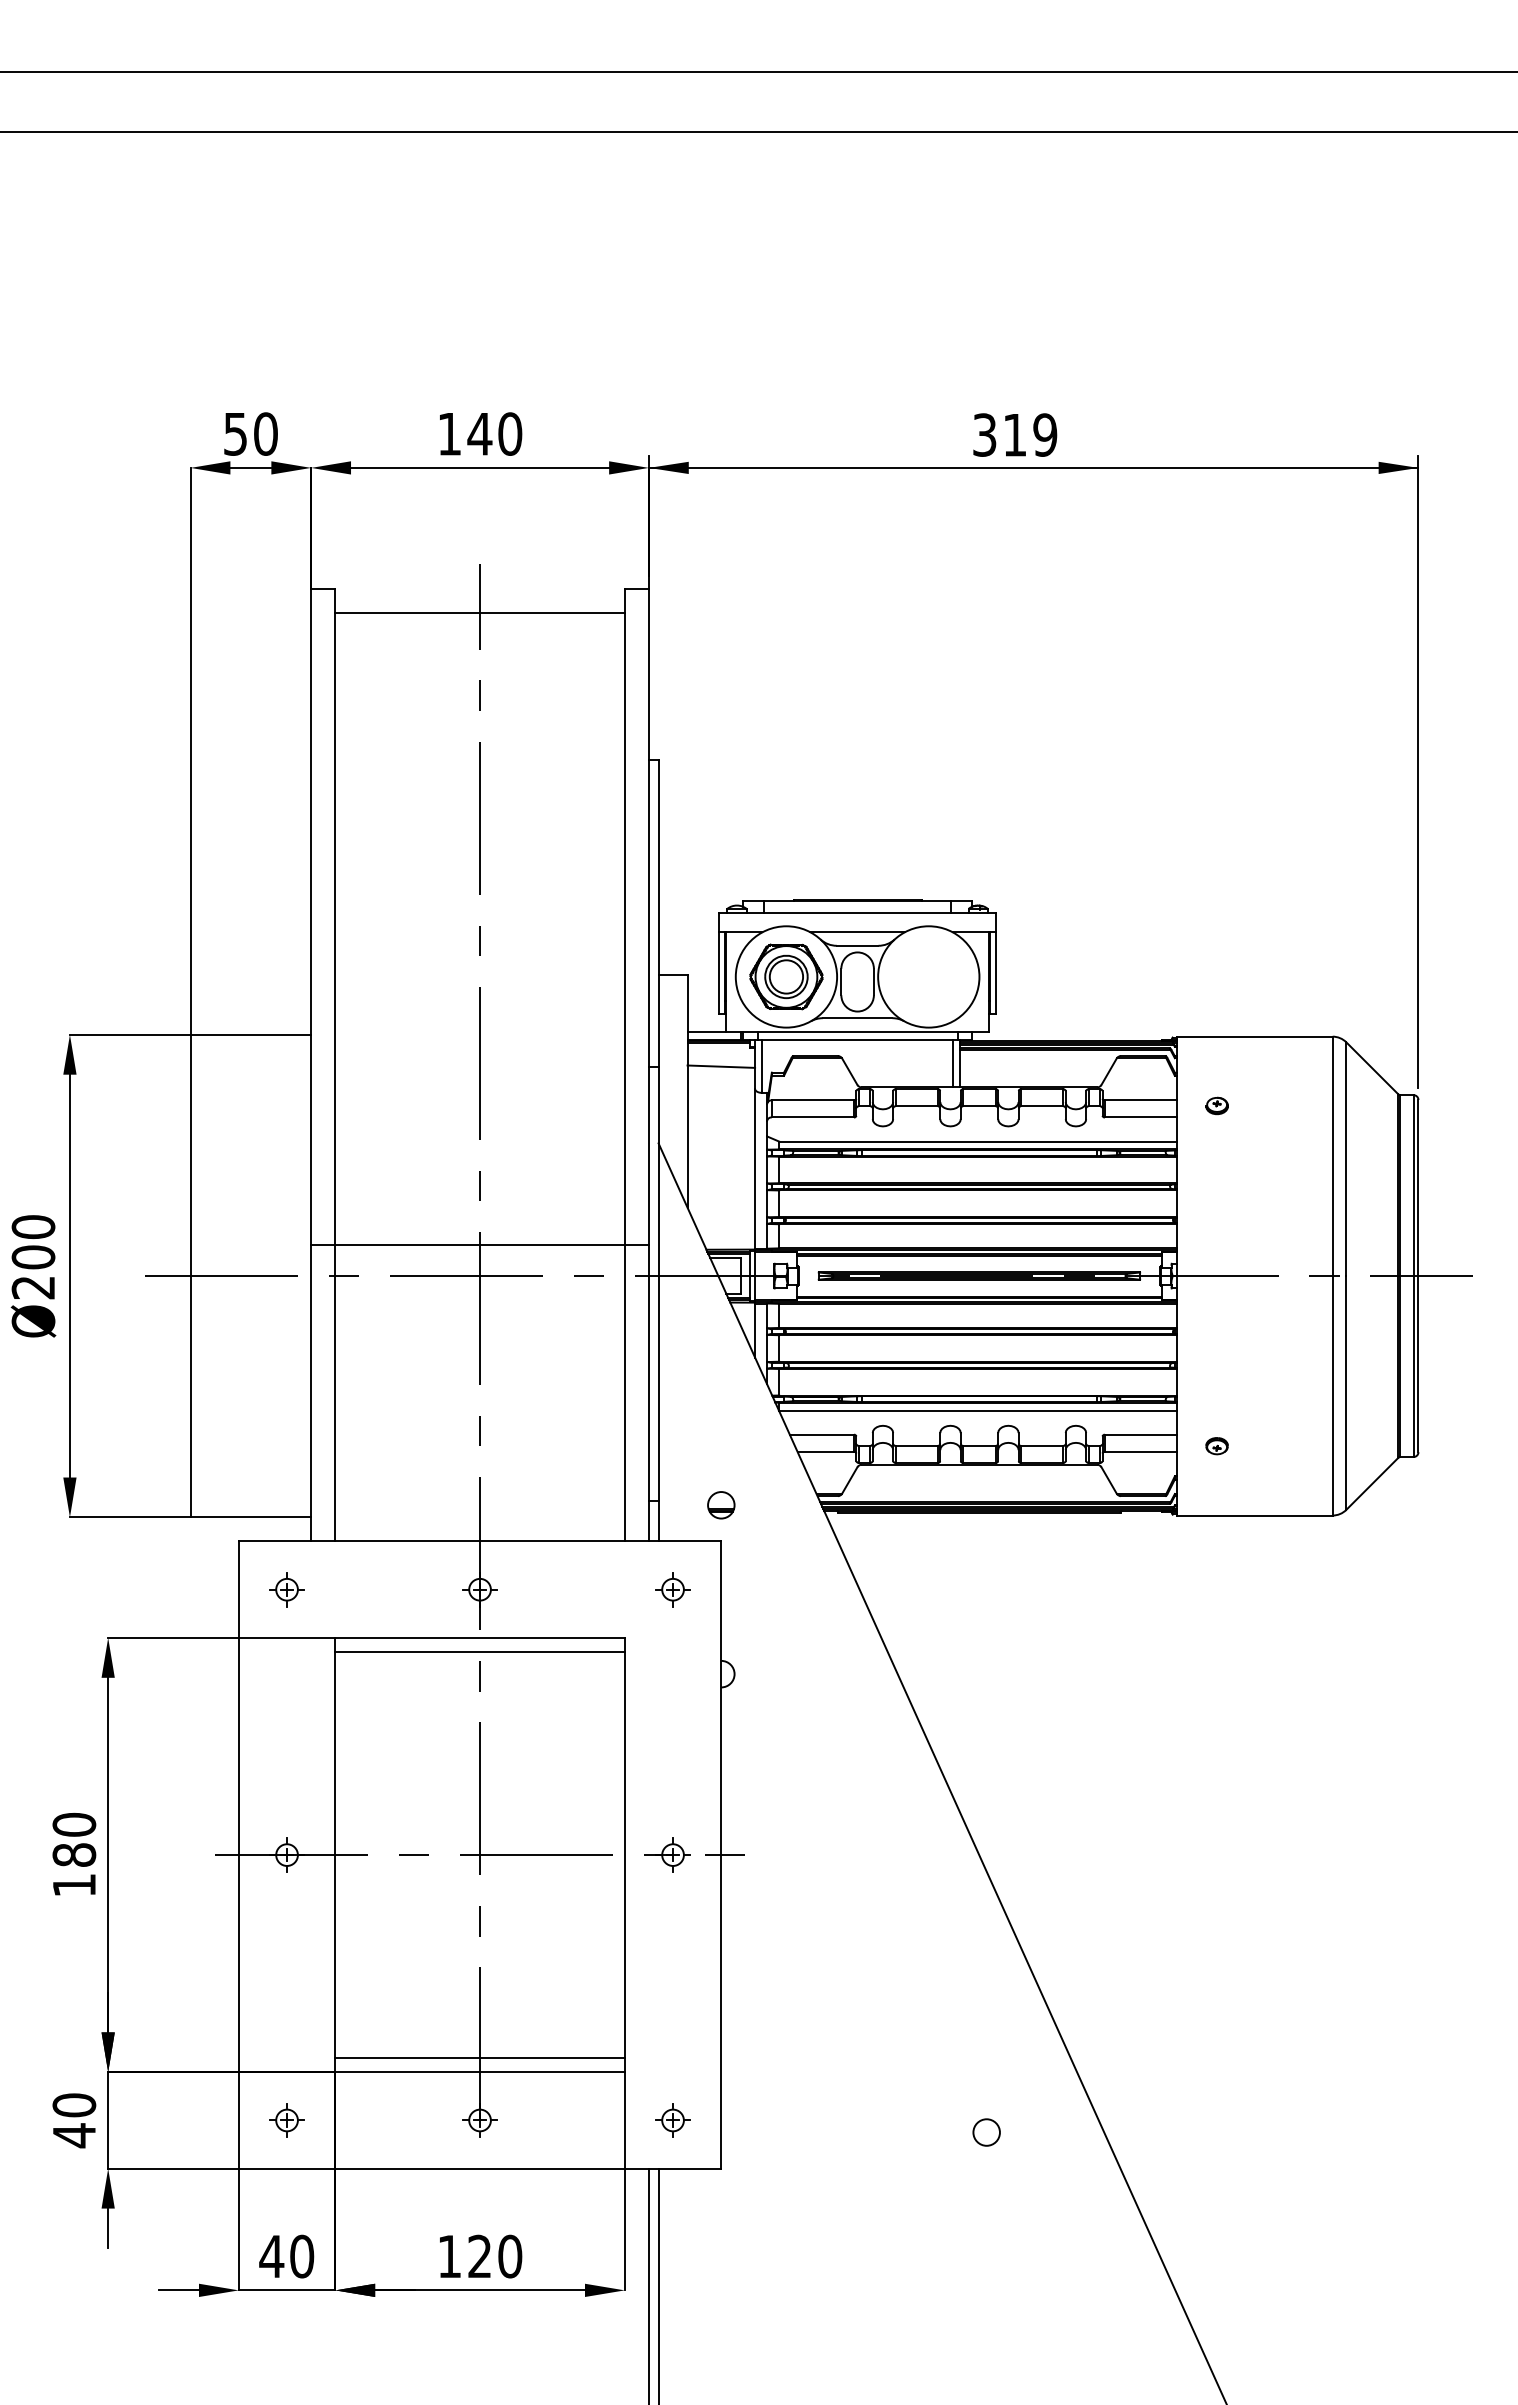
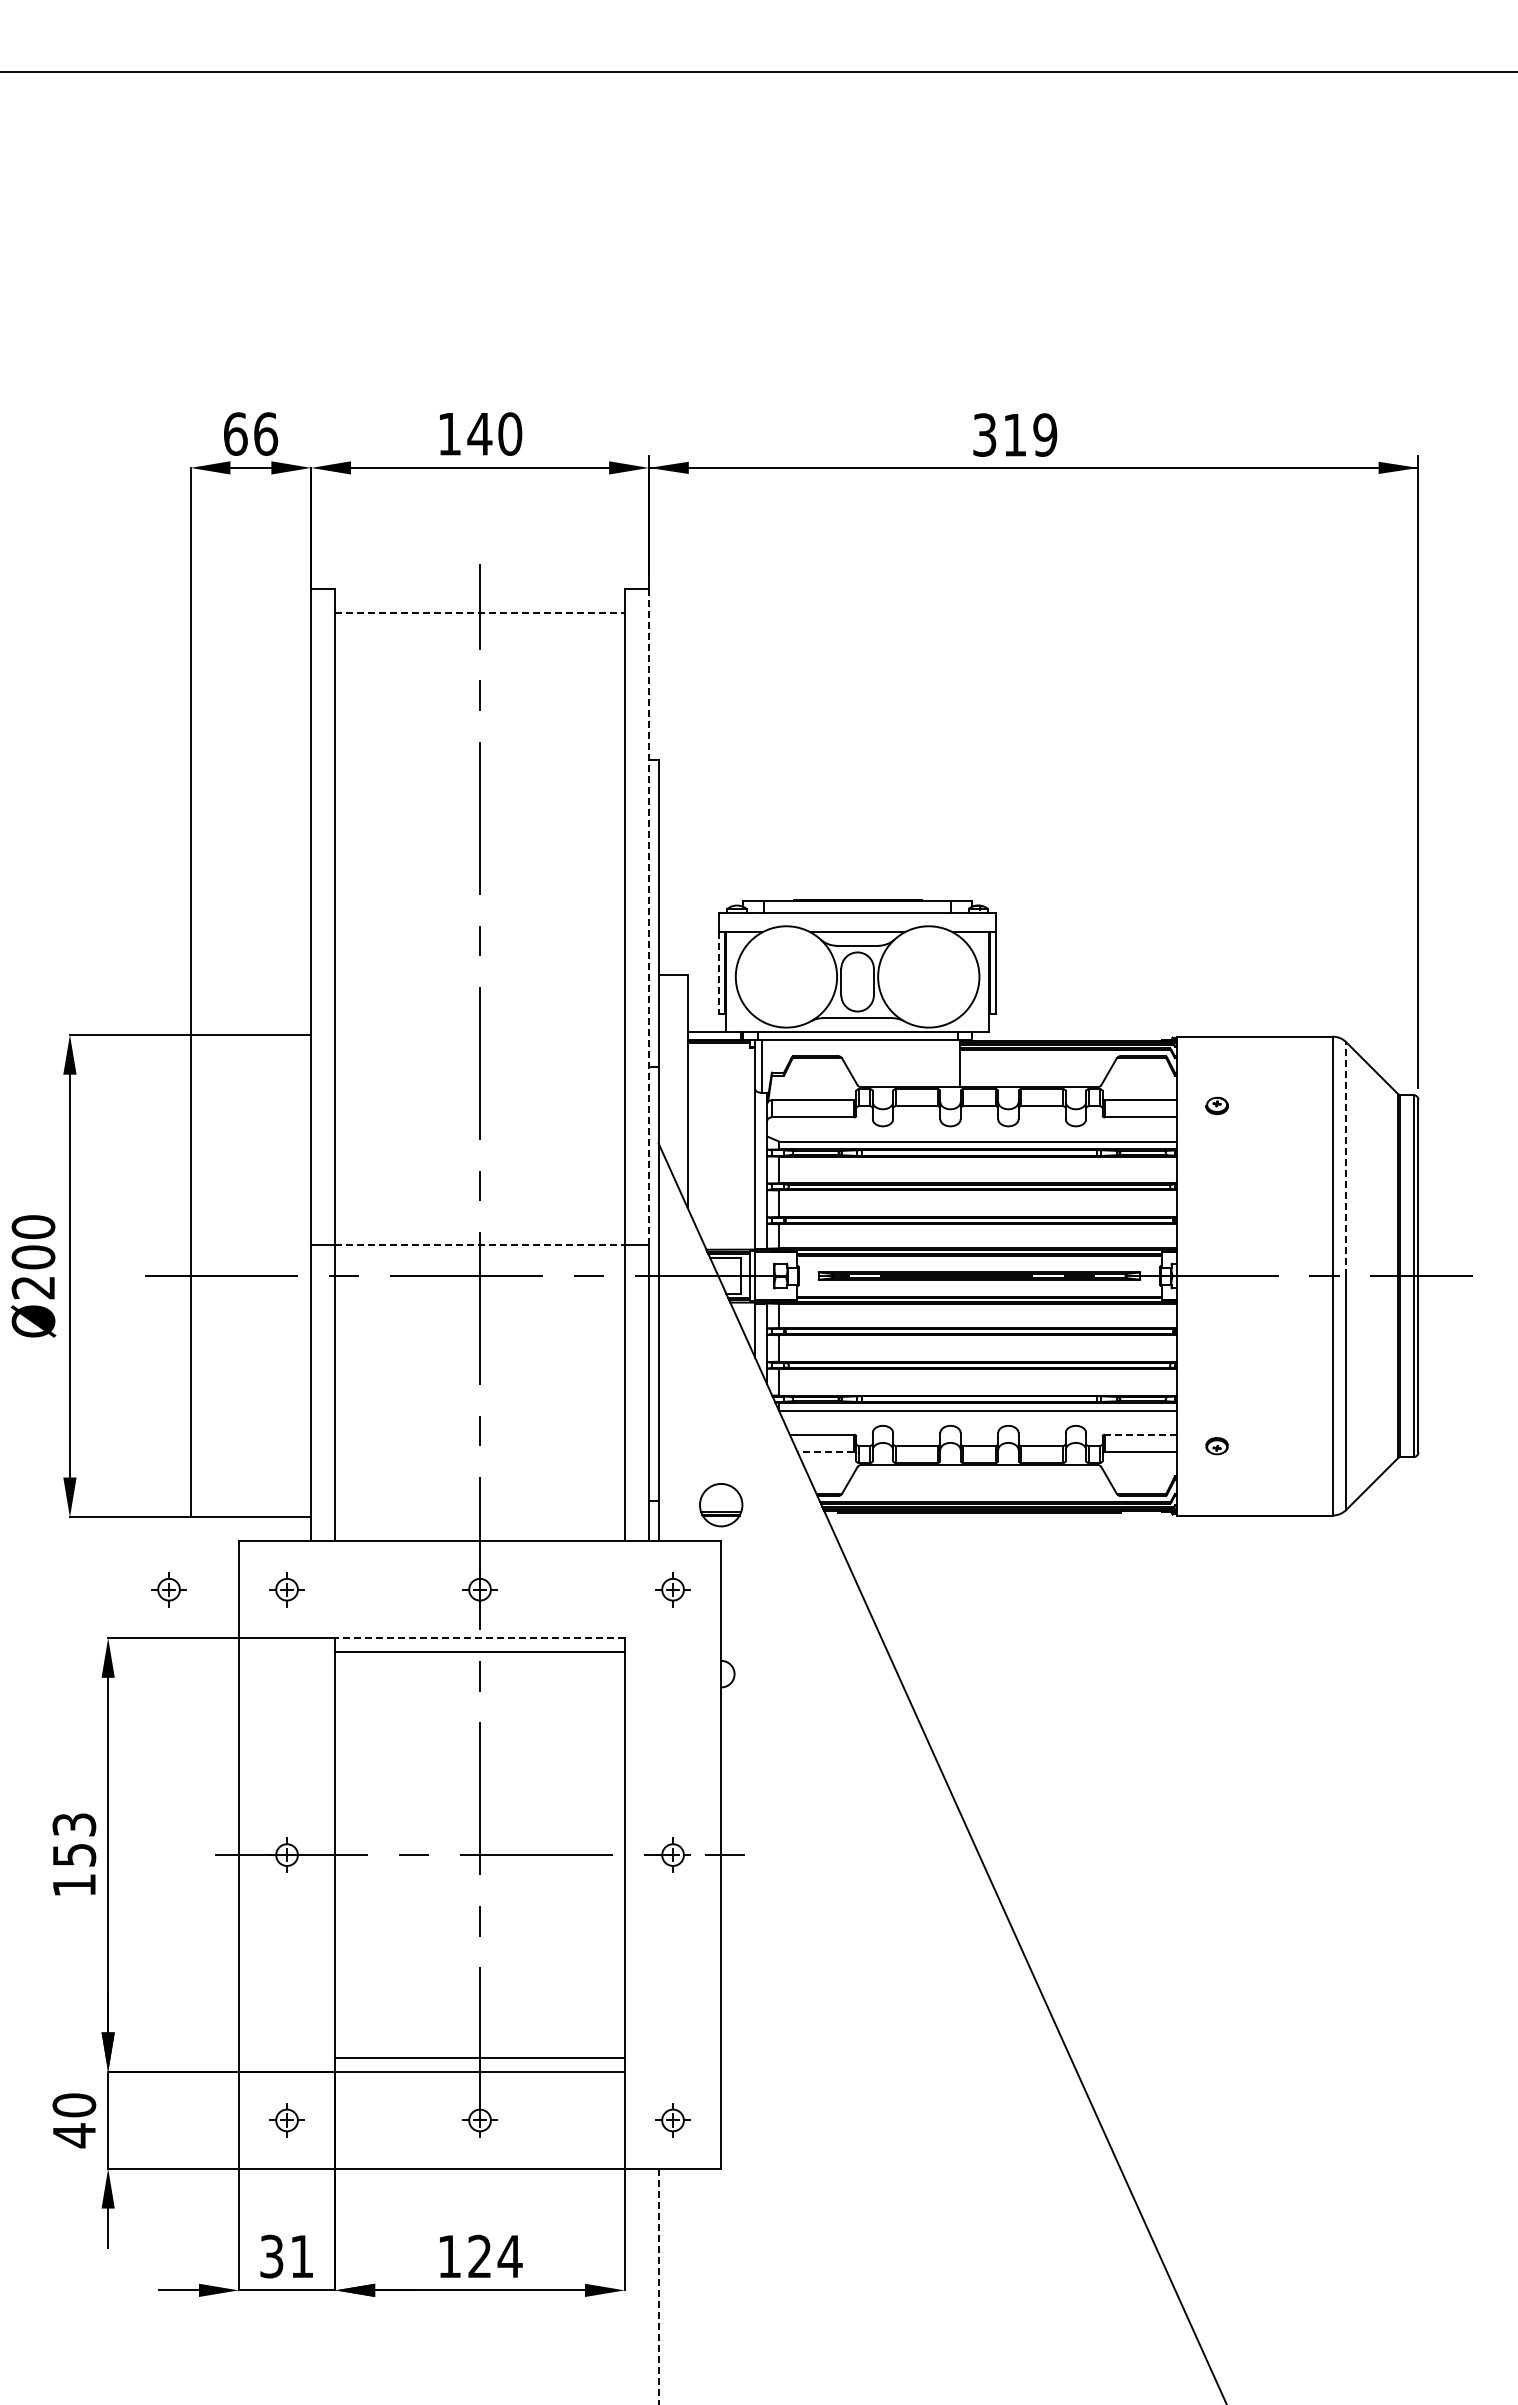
line at (758, 132): present -> none
text at (251, 433): 50 -> 66
line at (480, 612): solid -> dashed
line at (648, 916): solid -> dashed
line at (718, 973): solid -> dashed
part at (786, 976): present -> none
line at (952, 1063): present -> none
line at (721, 1066): present -> none
line at (1346, 1158): solid -> dashed
line at (480, 1244): solid -> dashed
line at (1140, 1434): solid -> dashed
line at (825, 1451): solid -> dashed
part at (721, 1505) size: 29x29 px -> 45x45 px
part at (168, 1589): none -> present
line at (480, 1637): solid -> dashed
text at (74, 1839): 180 -> 153
circle at (986, 2132): present -> none
text at (286, 2256): 40 -> 31
text at (509, 2256): 120 -> 124
line at (648, 2284): present -> none
line at (658, 2287): solid -> dashed
